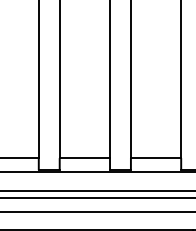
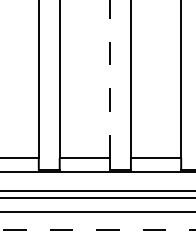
line at (110, 79): solid -> dashed
line at (97, 230): solid -> dashed
